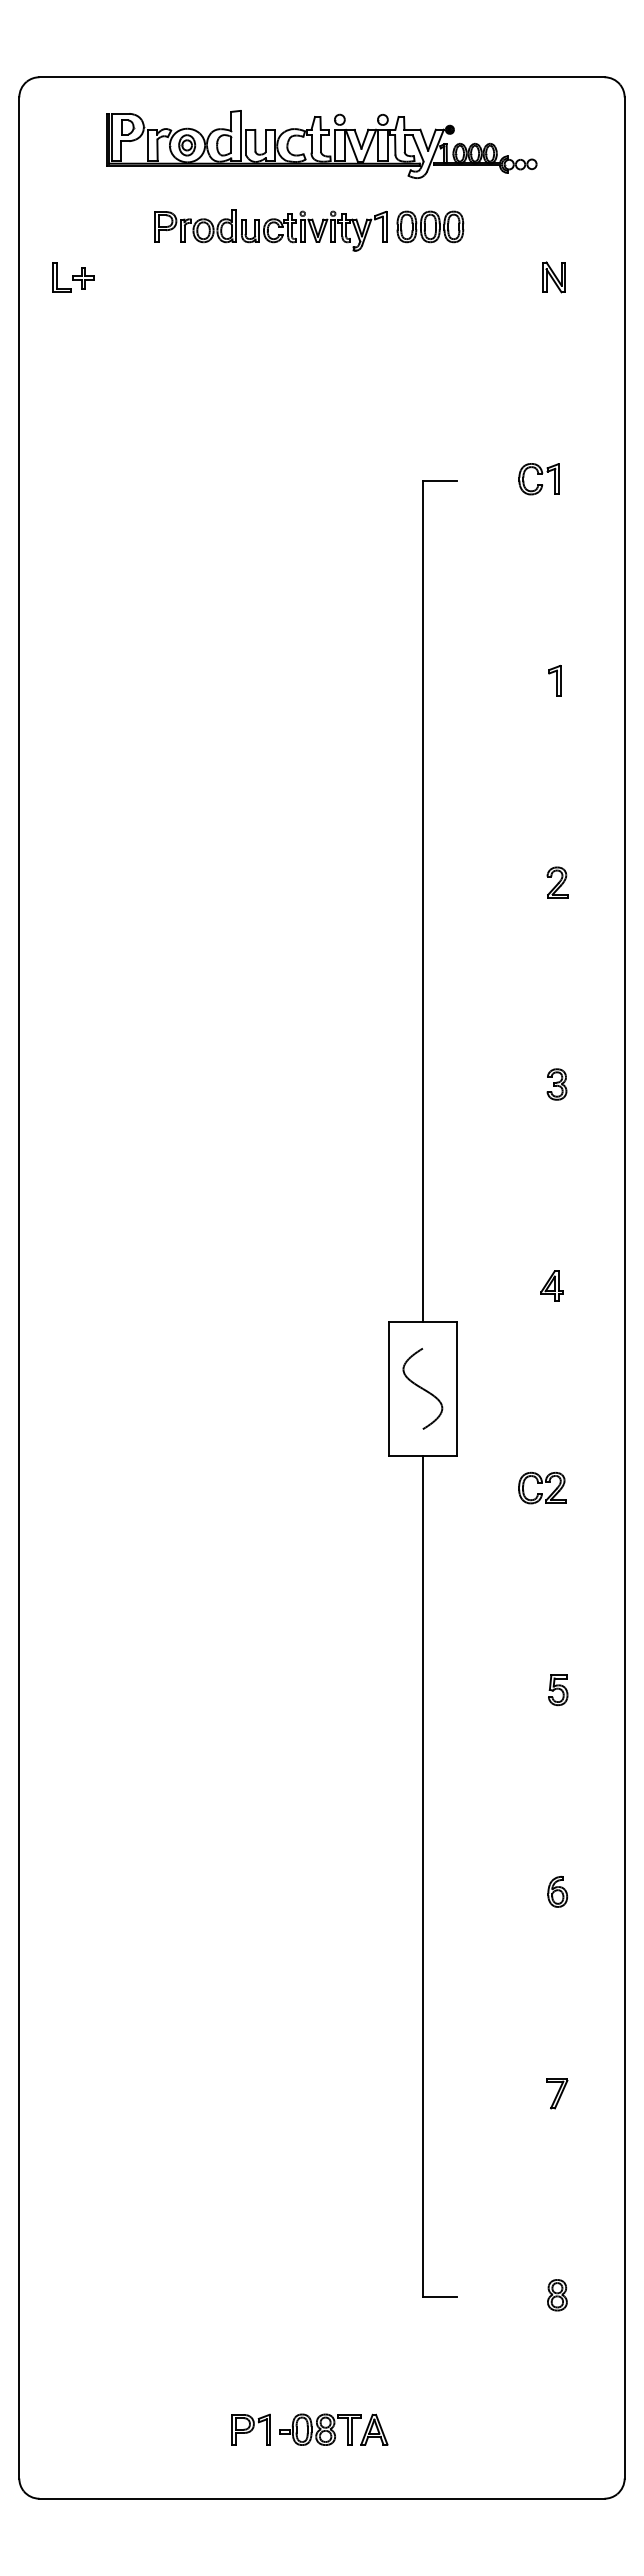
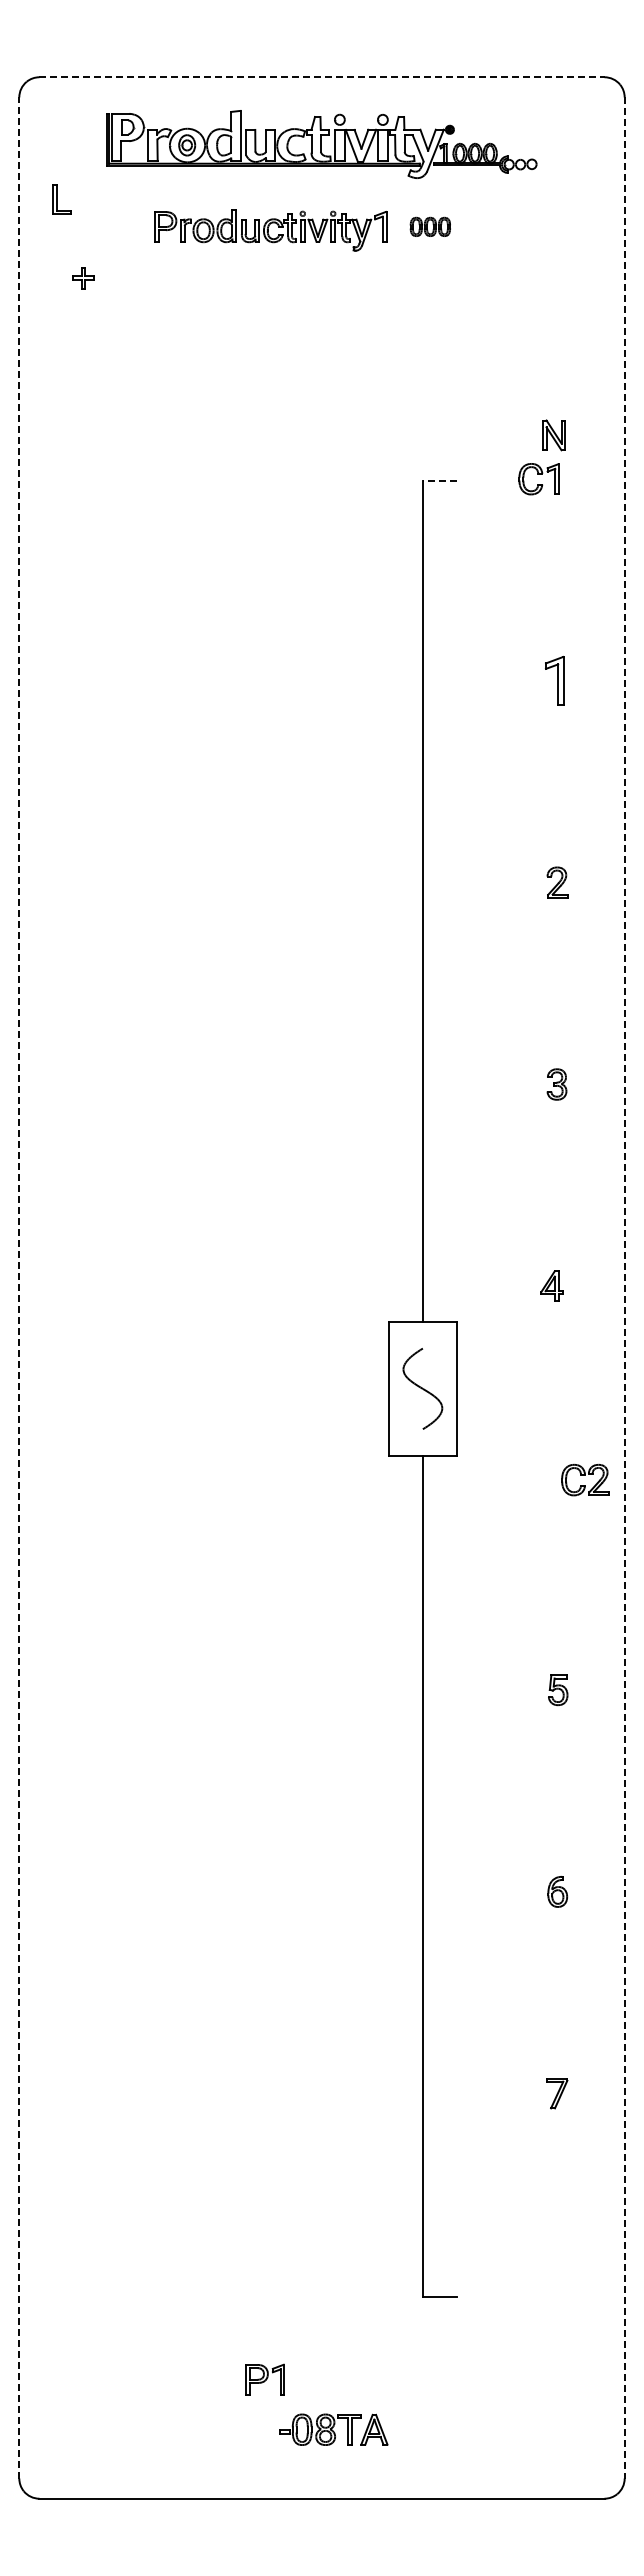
line at (321, 77): solid -> dashed
part at (430, 226) size: 69x34 px -> 42x21 px
part at (61, 277) position: (61, 277) -> (61, 199)
part at (553, 277) position: (553, 277) -> (553, 435)
line at (439, 480): solid -> dashed
part at (554, 680) size: 14x32 px -> 20x51 px
line at (19, 1287): solid -> dashed
line at (624, 1287): solid -> dashed
part at (542, 1488) position: (542, 1488) -> (585, 1480)
part at (557, 2295): present -> none
part at (250, 2429) position: (250, 2429) -> (264, 2379)
